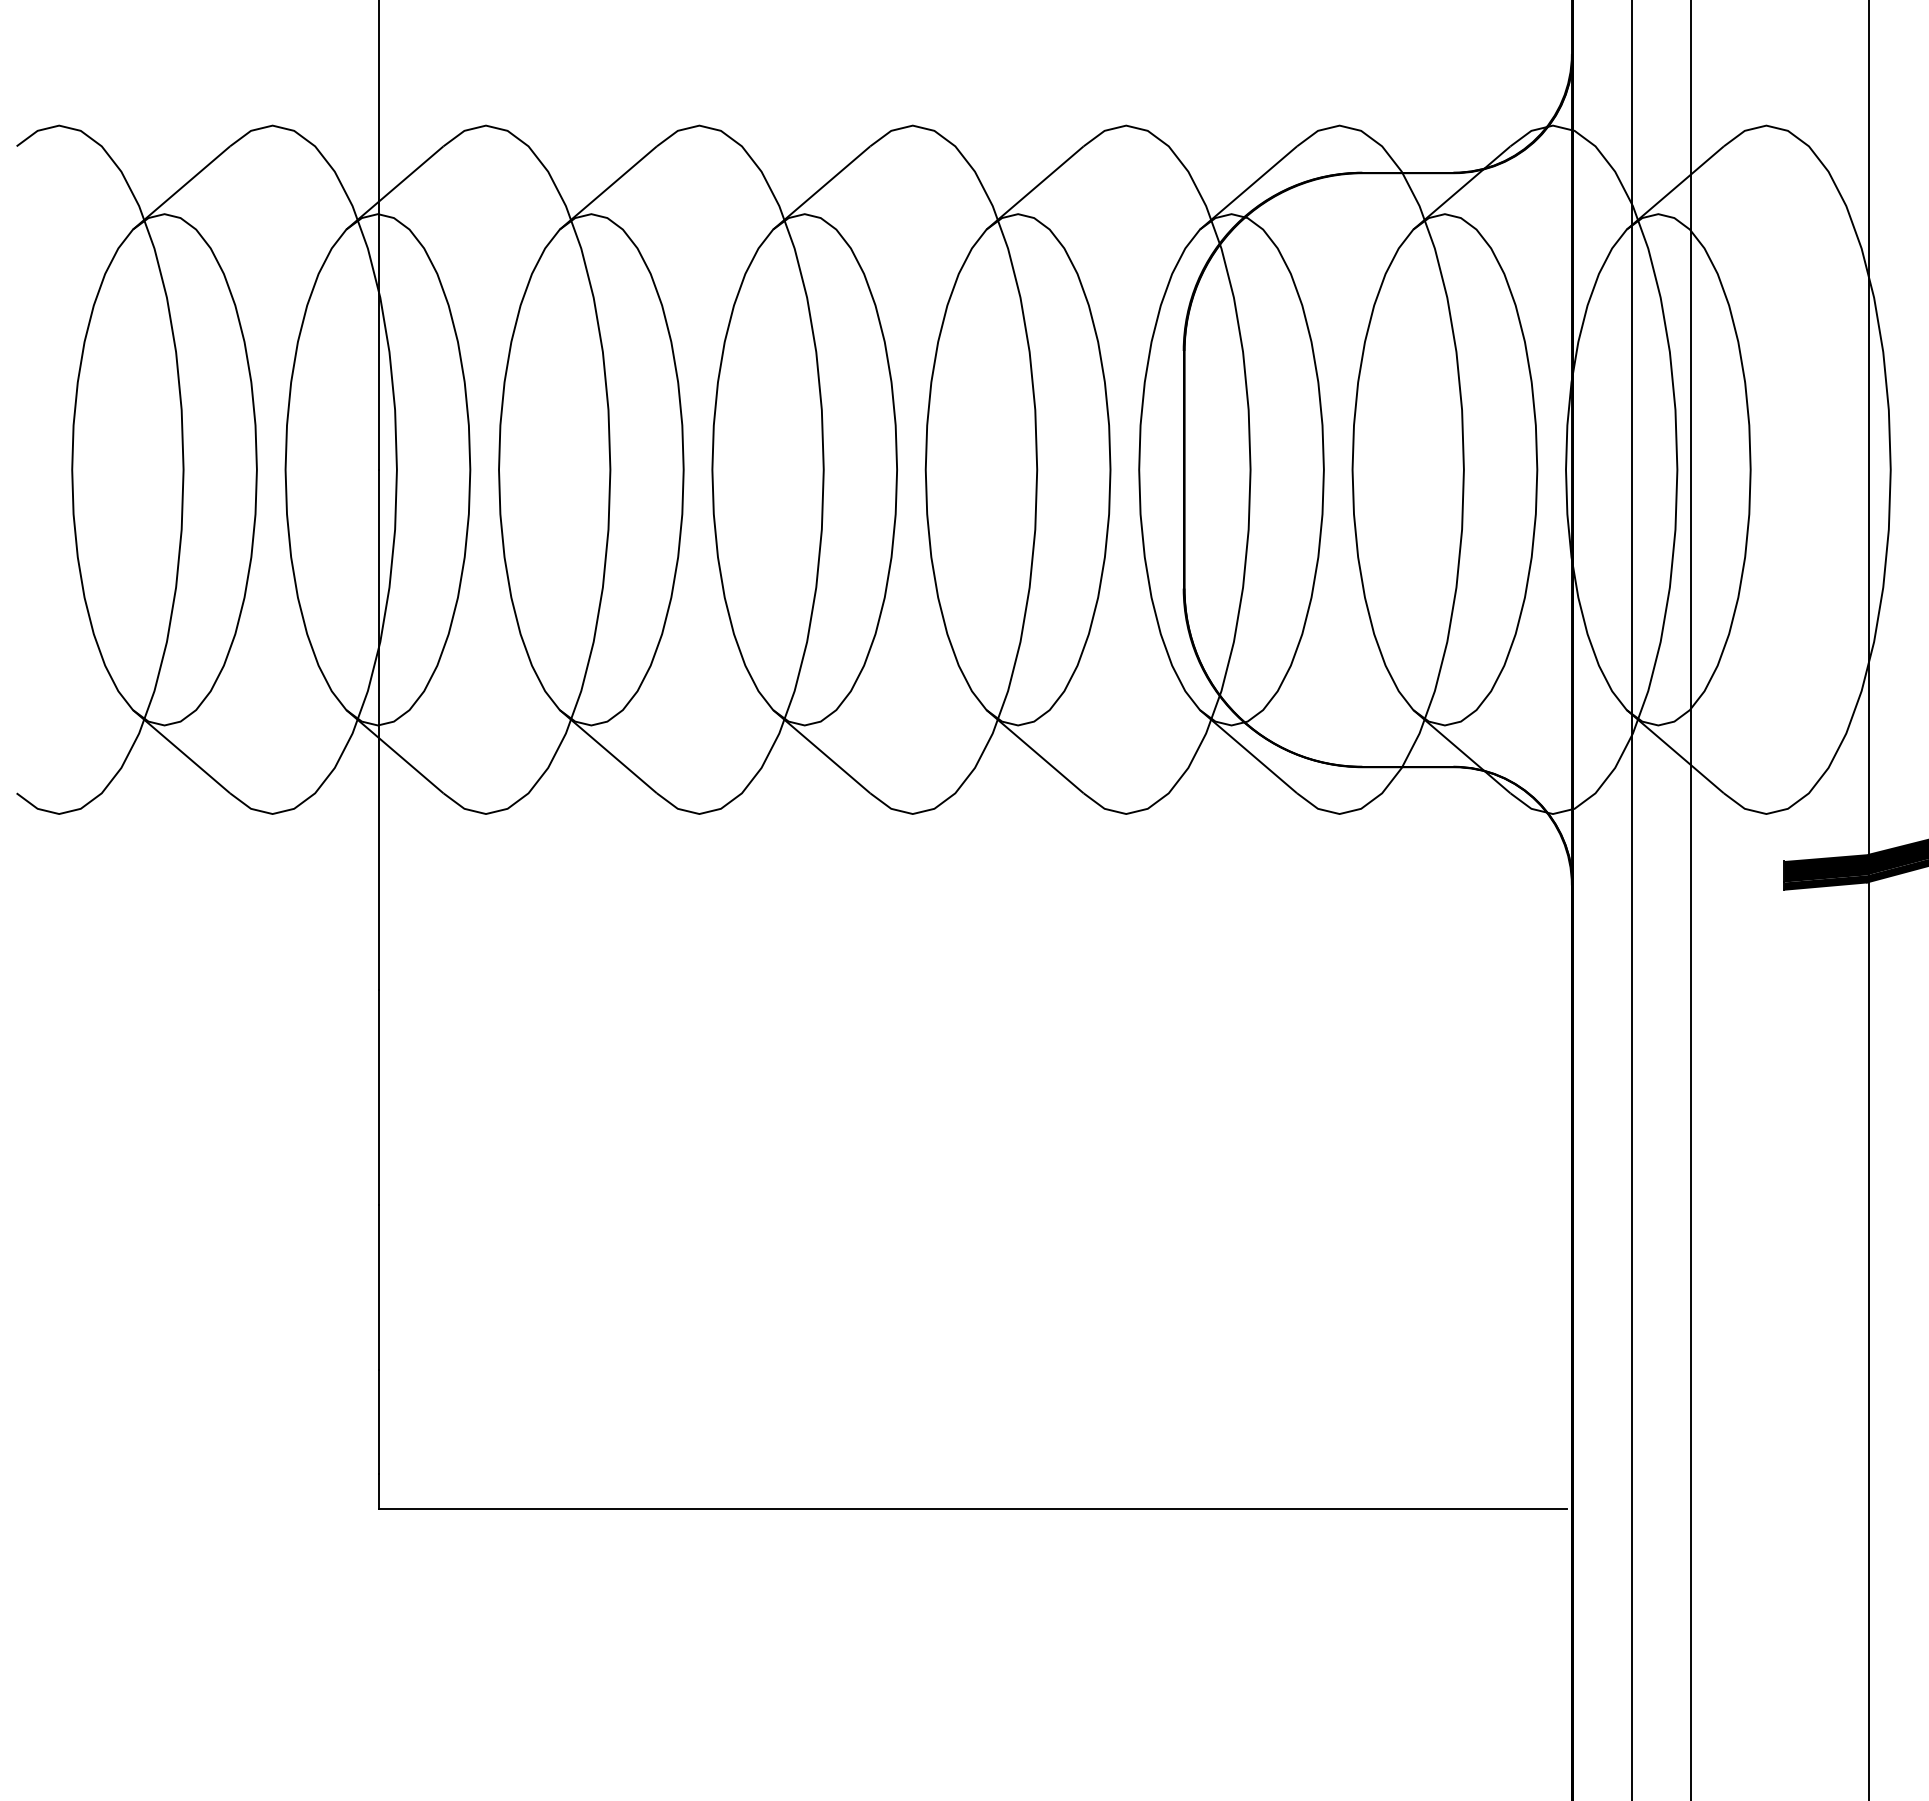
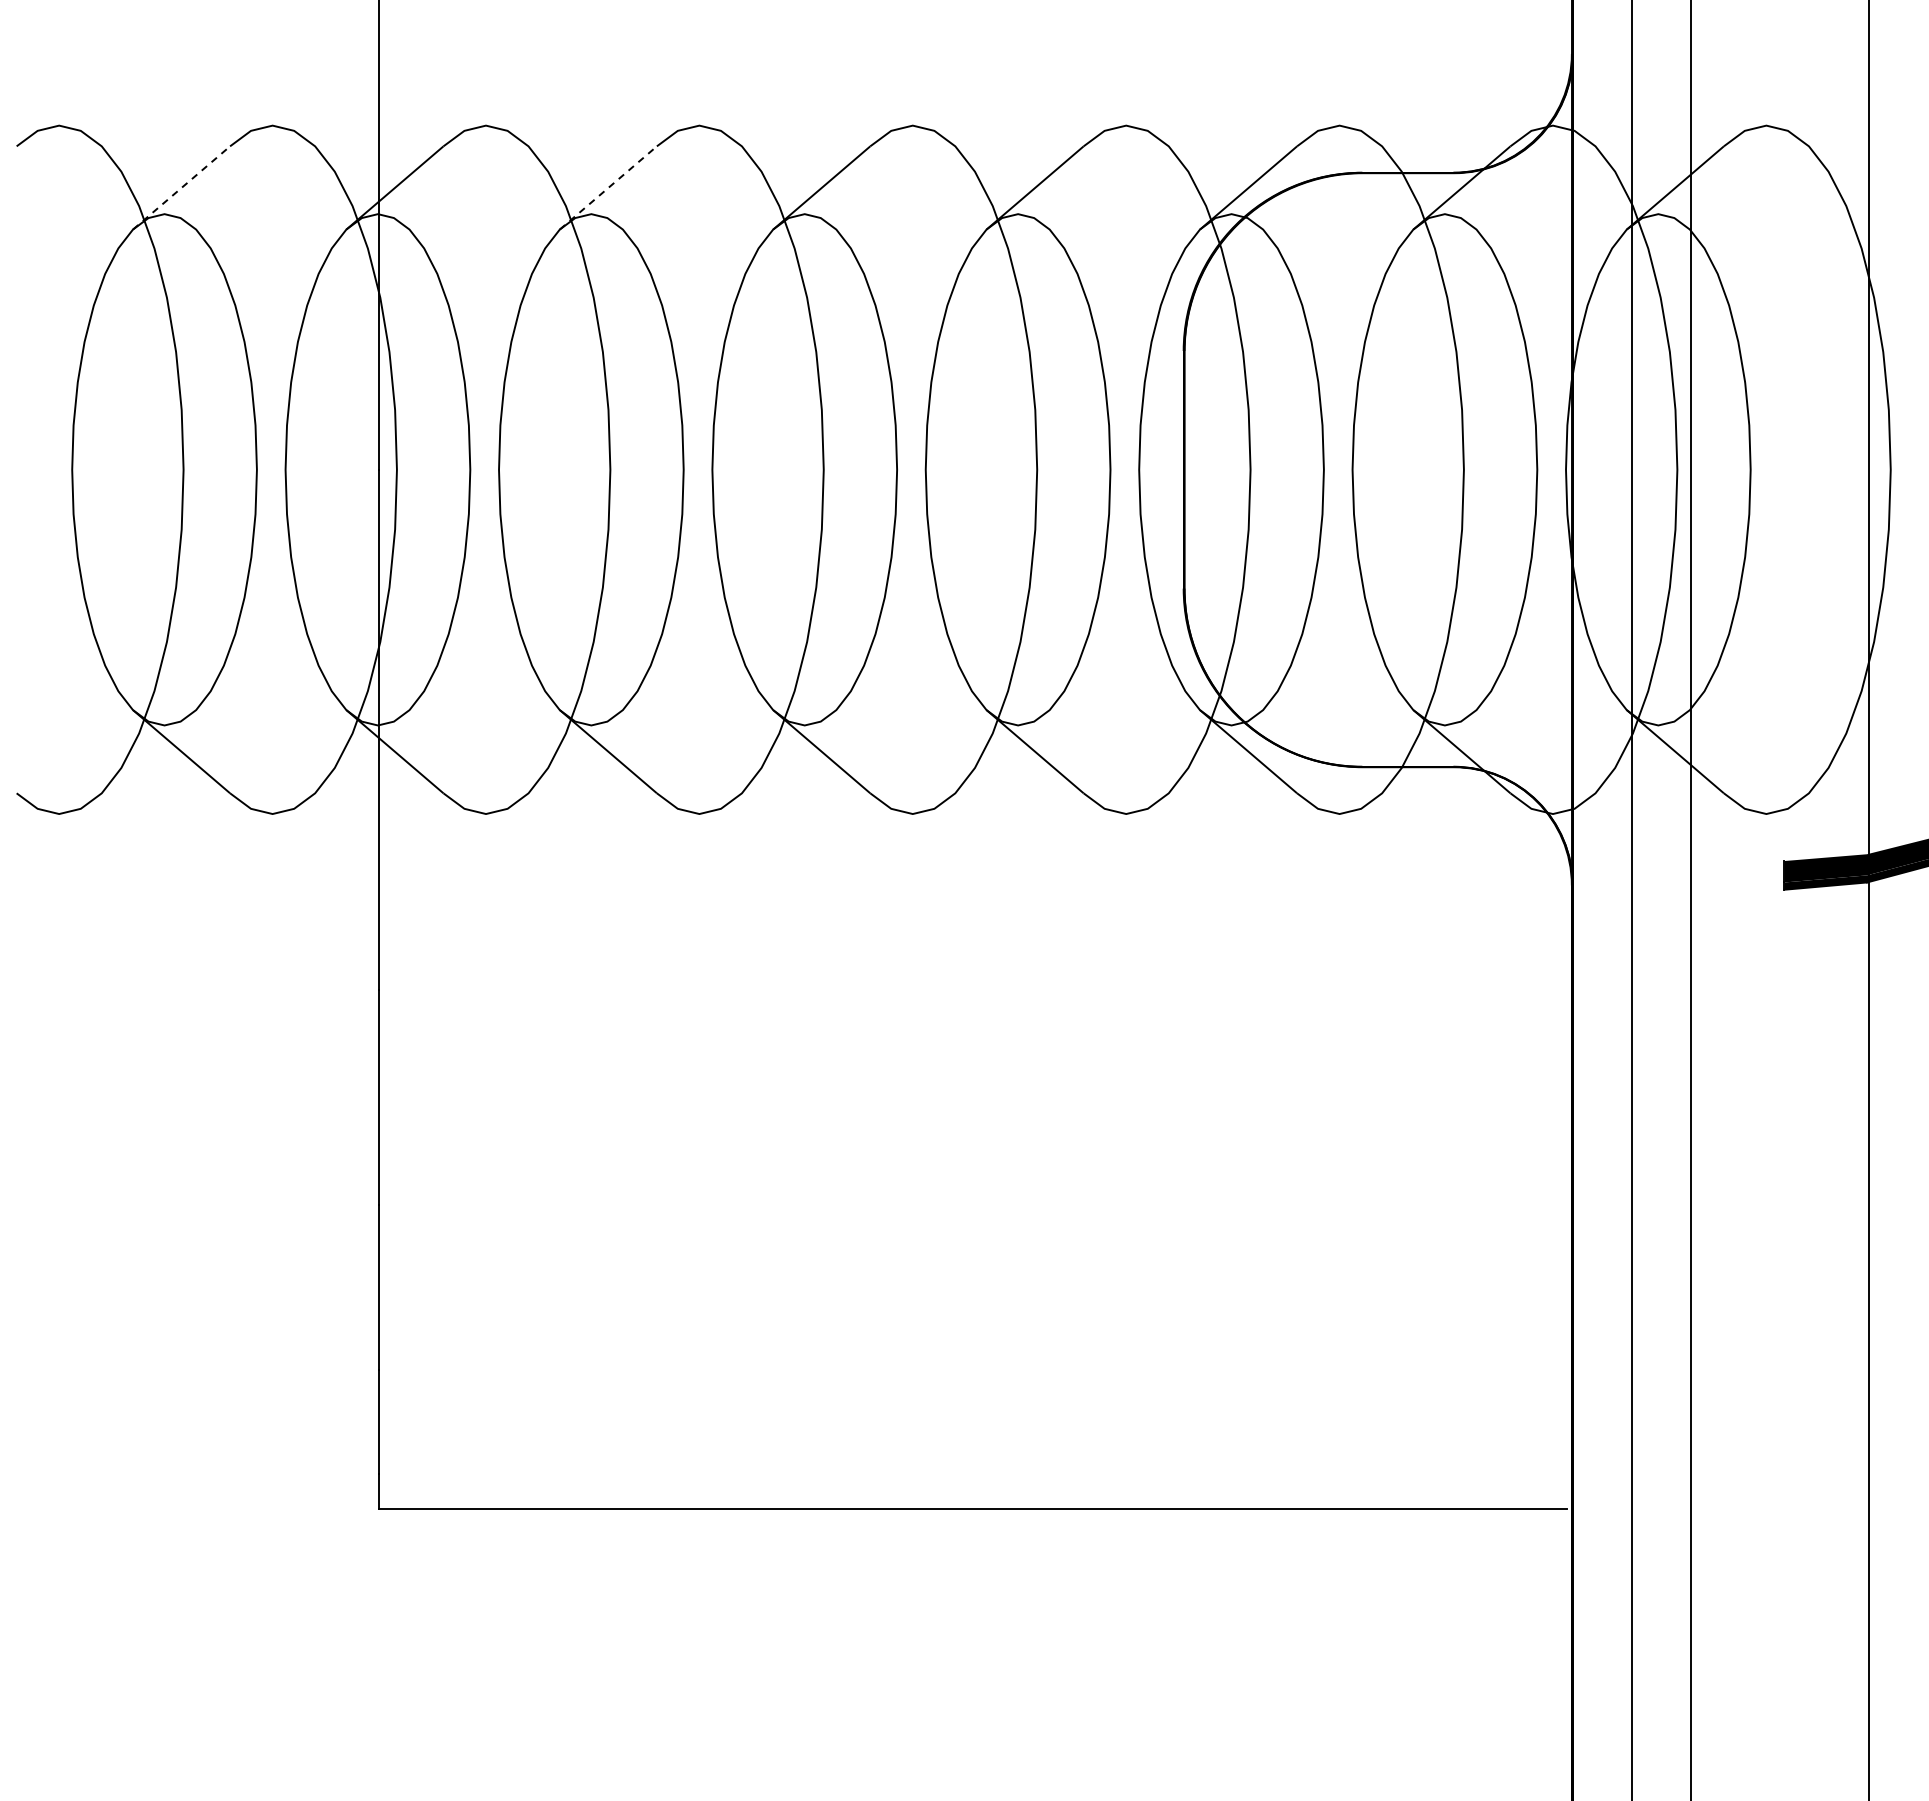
line at (181, 187): solid -> dashed
line at (608, 187): solid -> dashed
